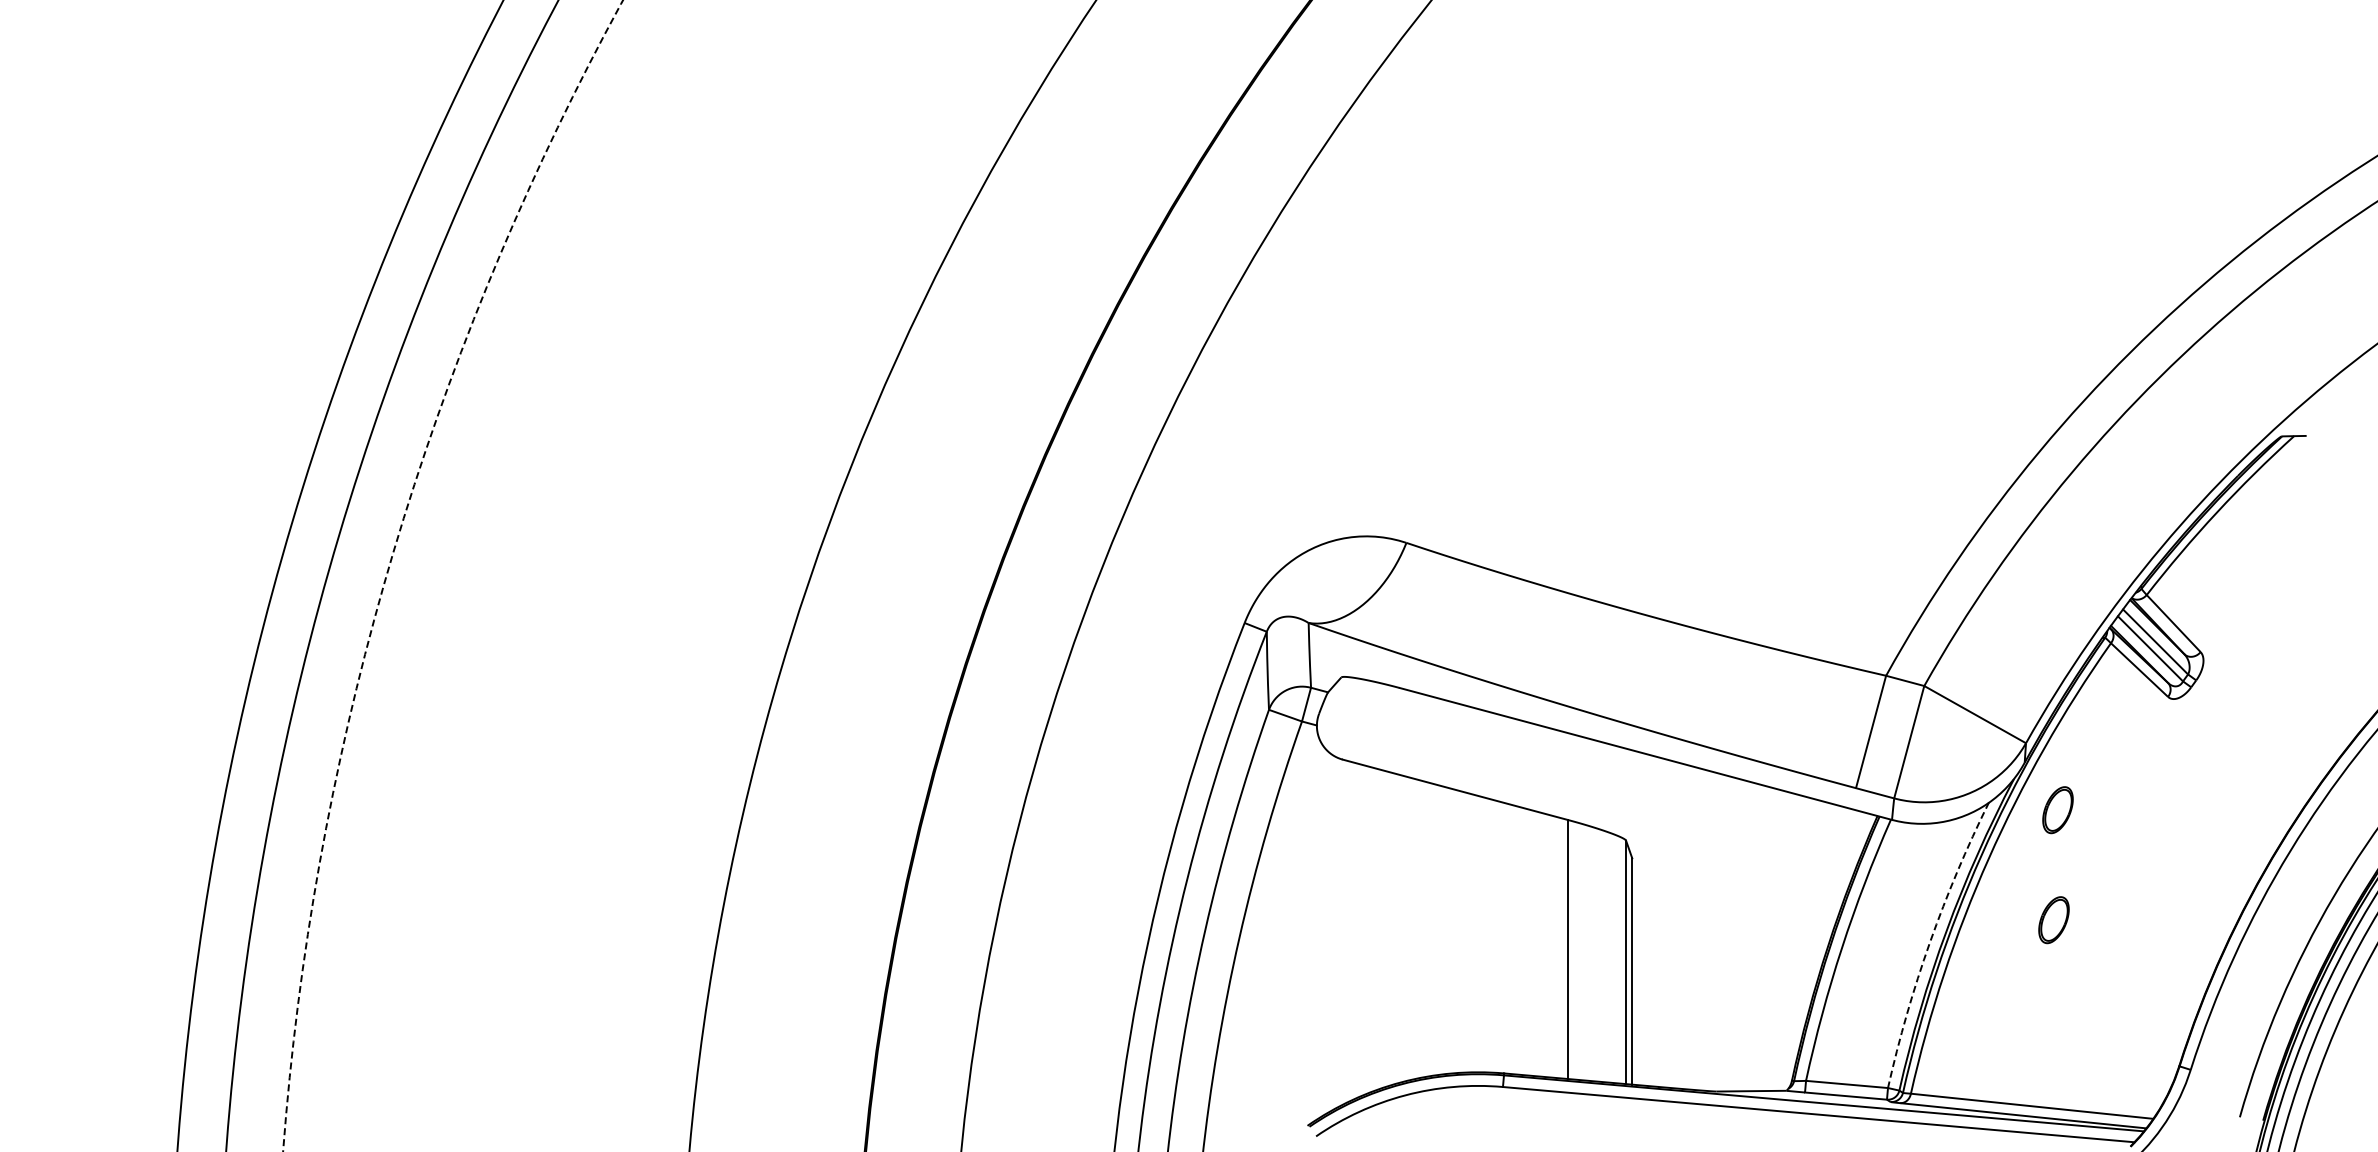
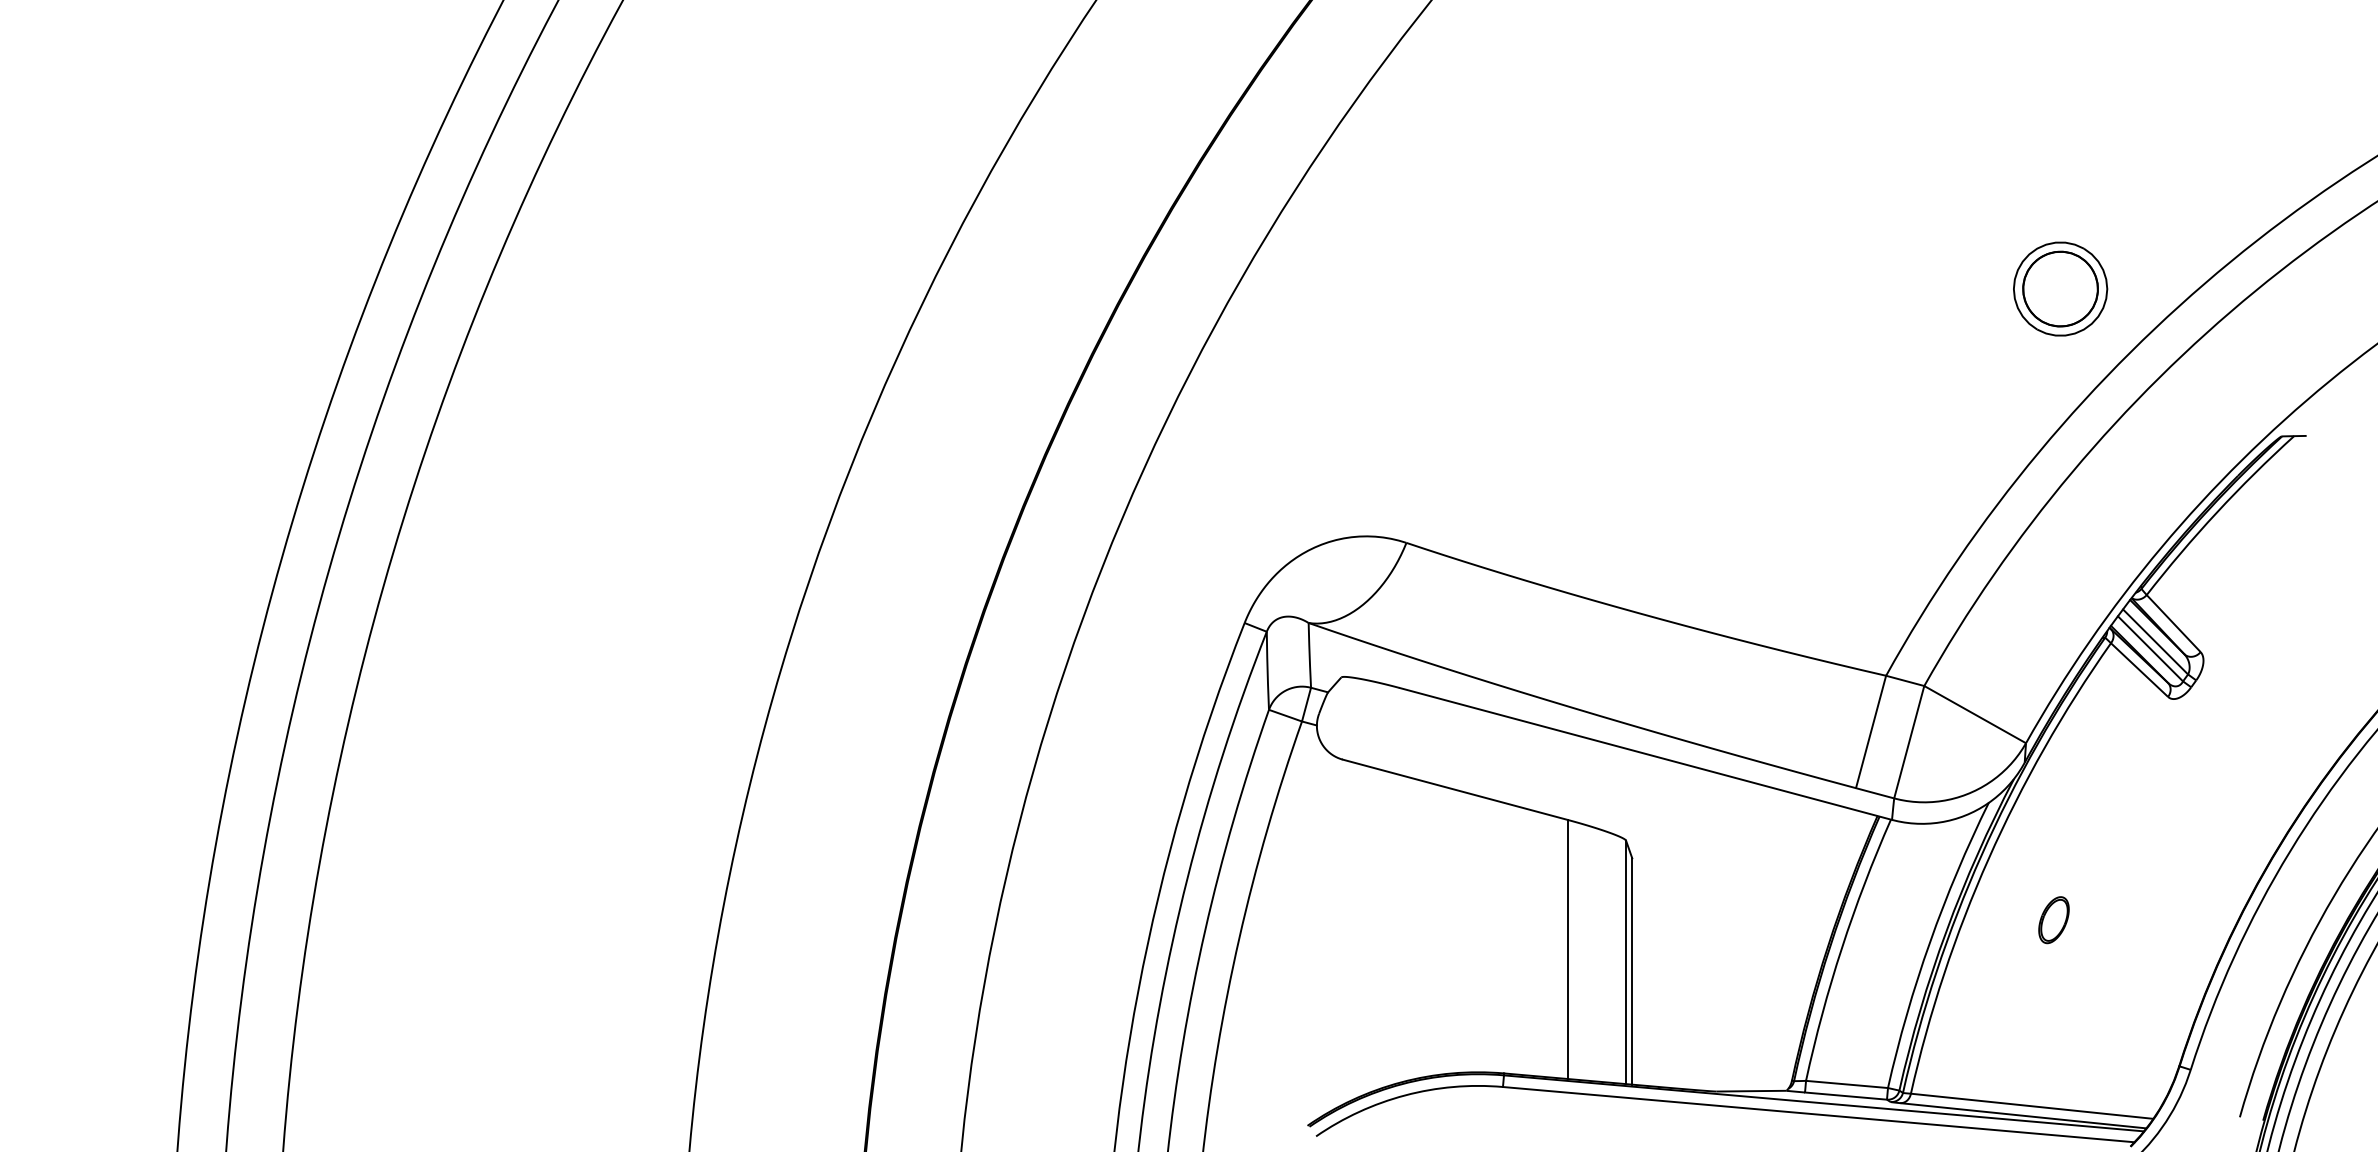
part at (2060, 288): none -> present
arc at (391, 557): dashed -> solid
part at (2057, 810): present -> none
arc at (1930, 942): dashed -> solid
